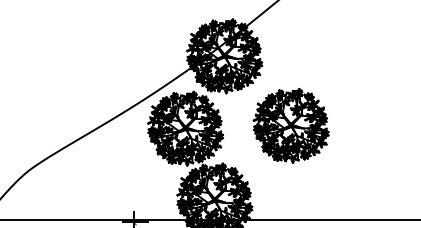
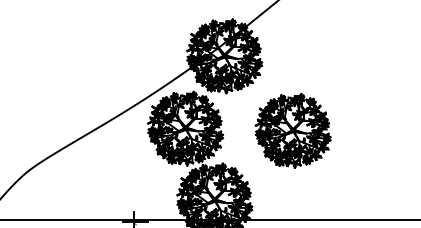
part at (290, 125) position: (290, 125) -> (292, 130)
